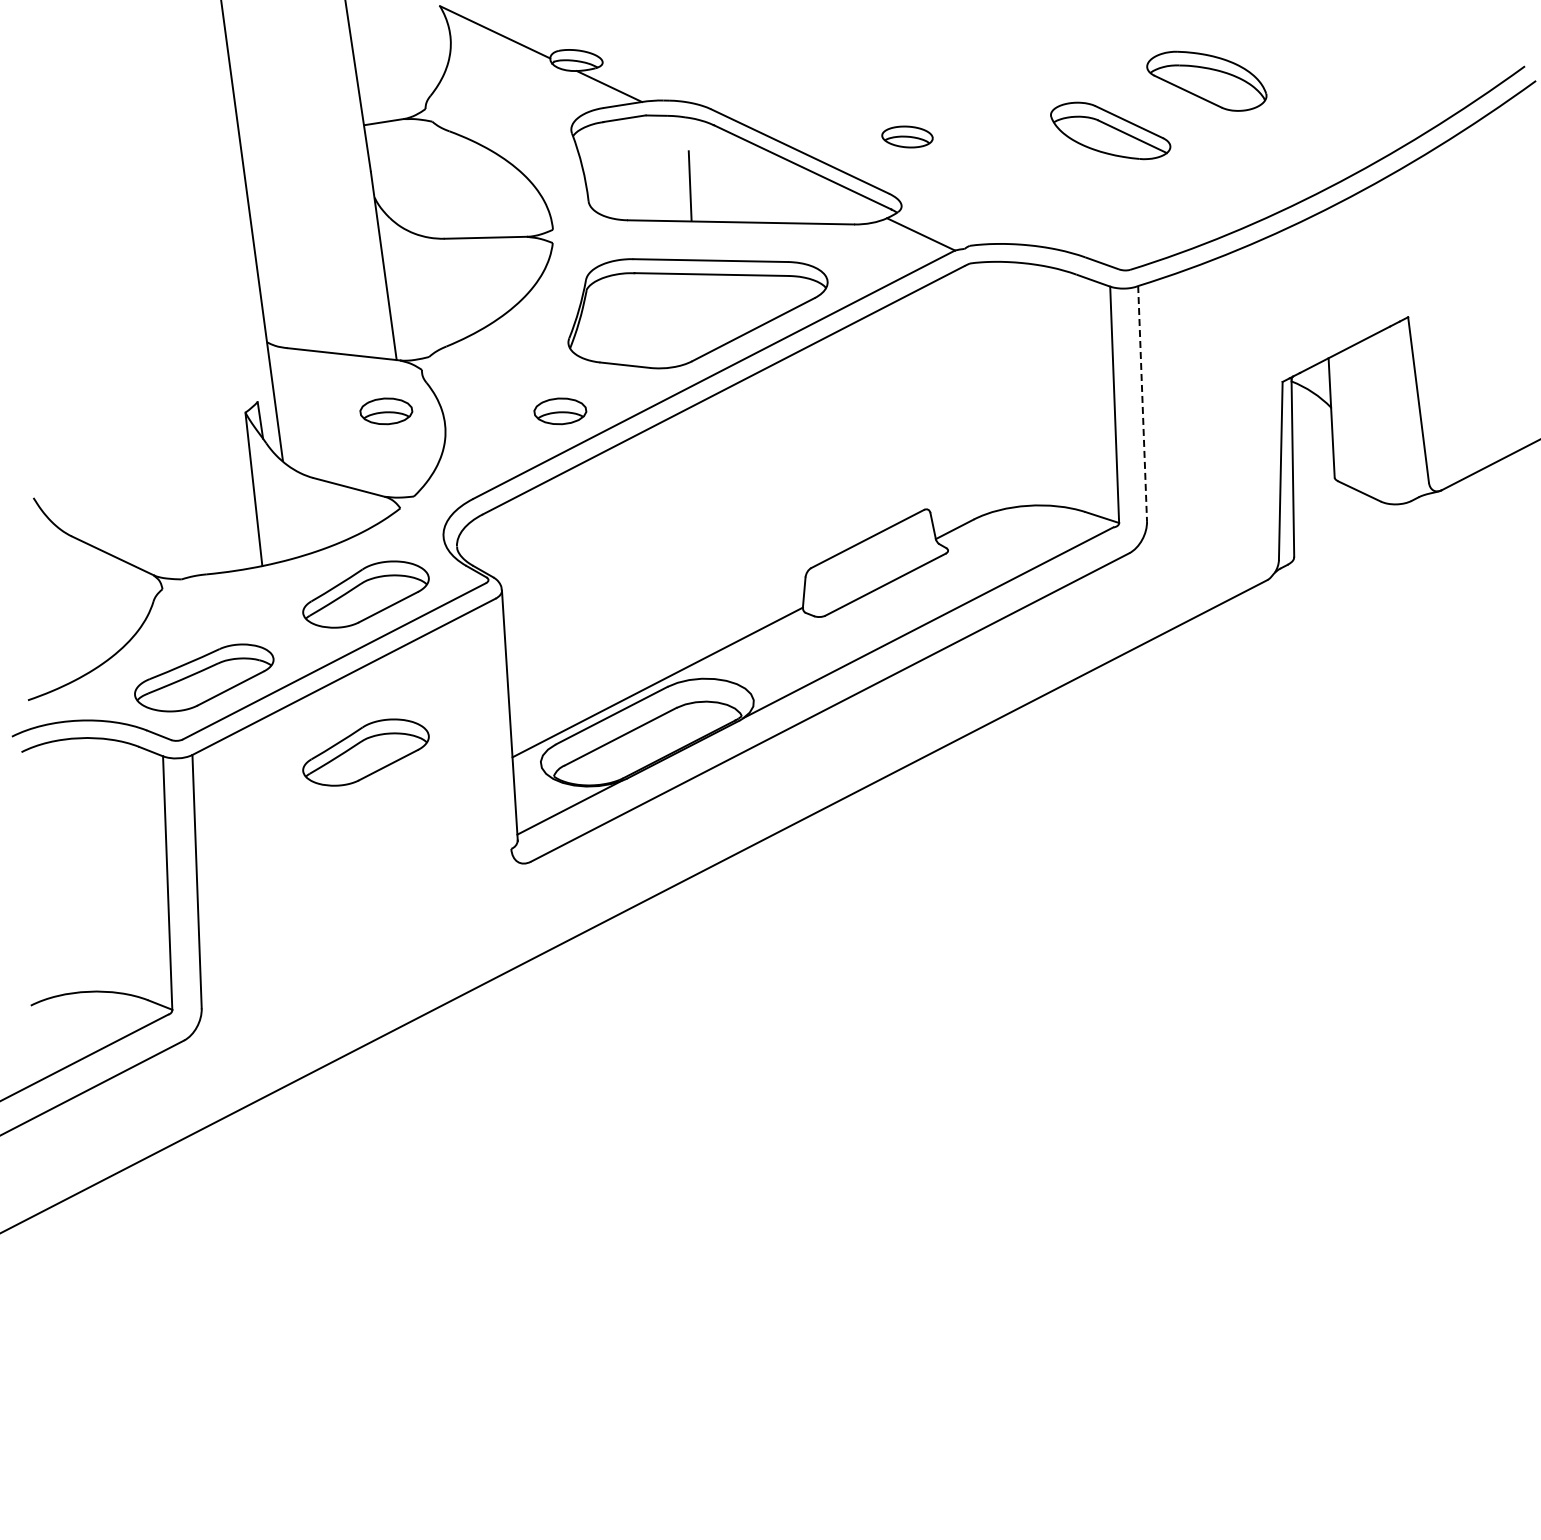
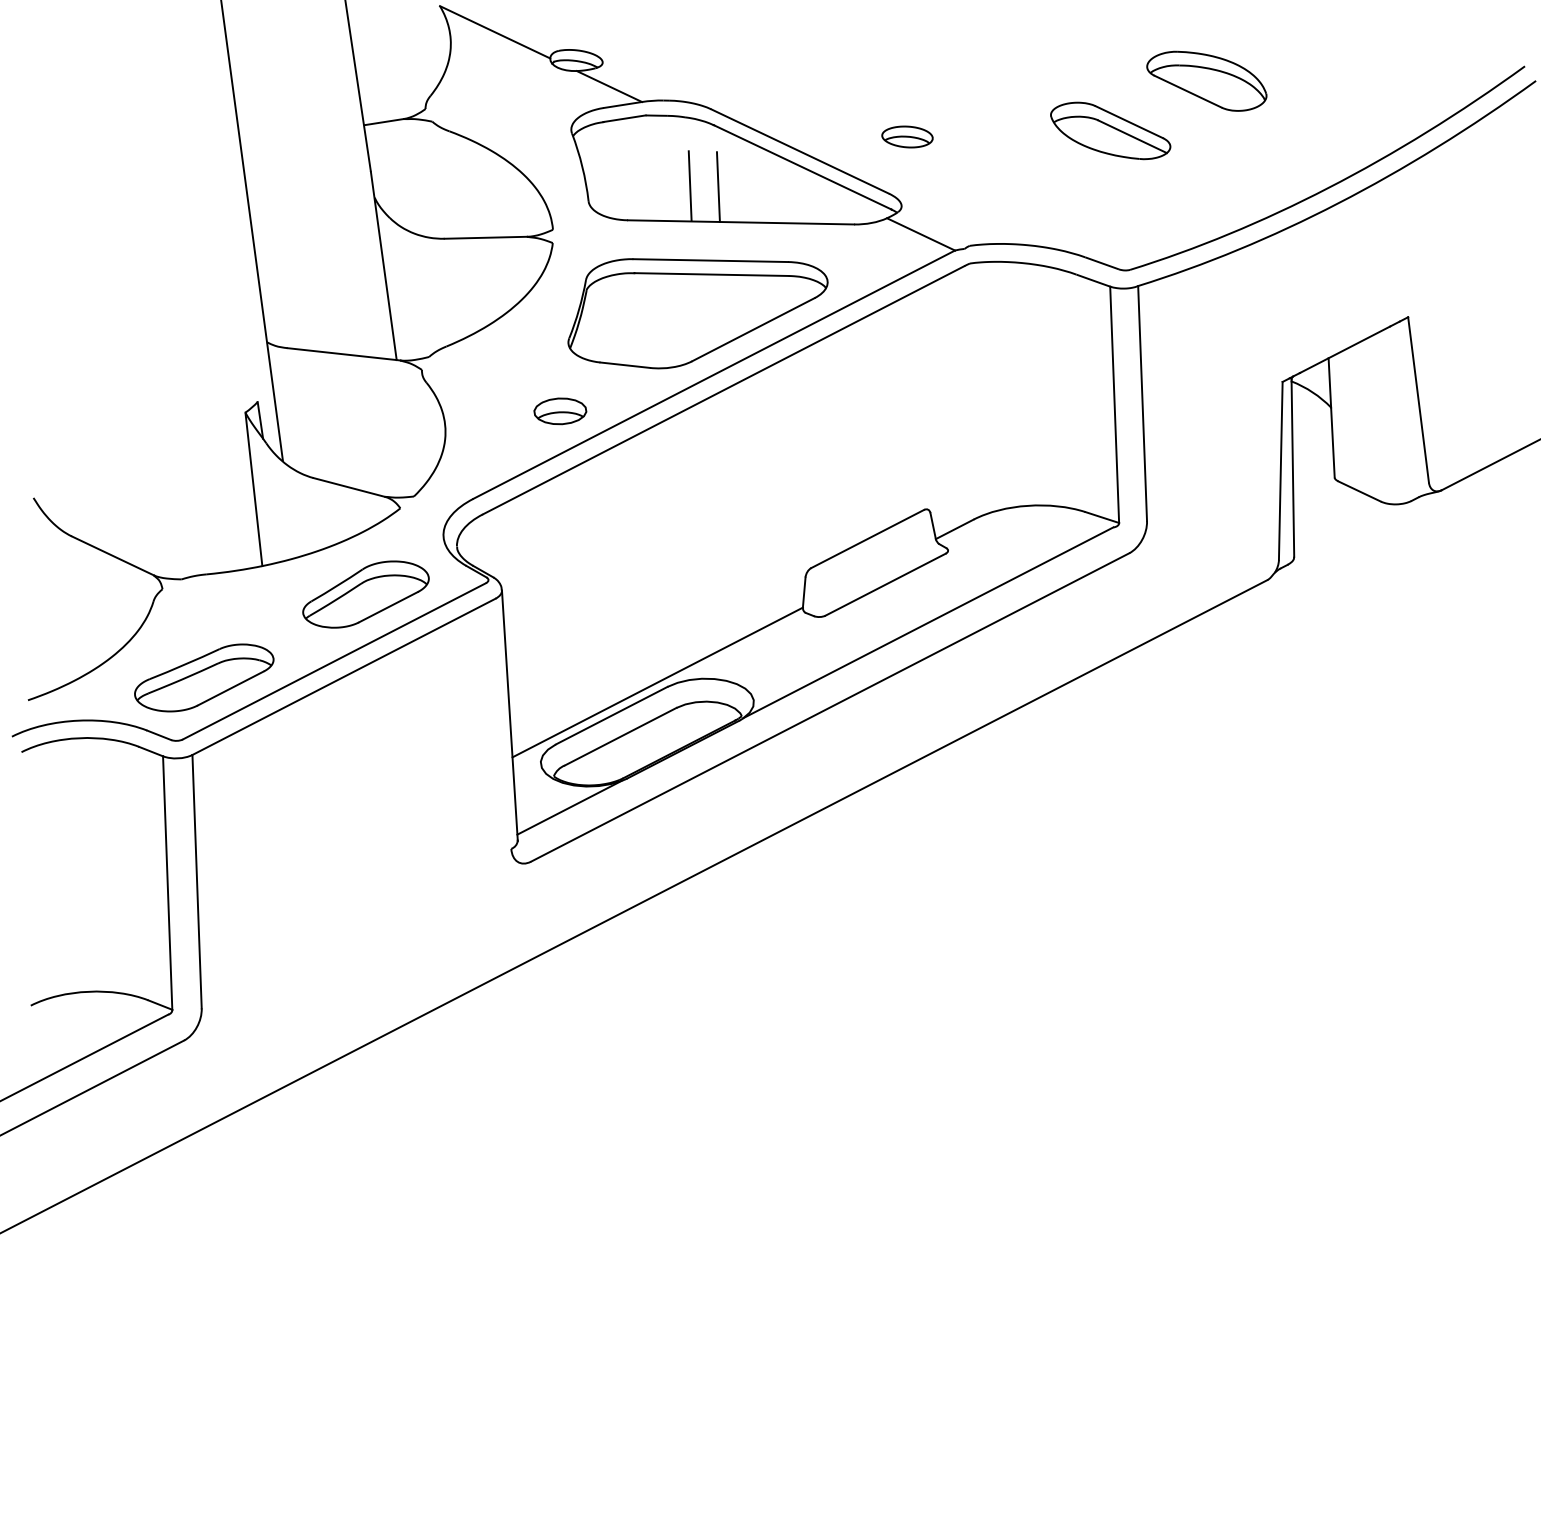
line at (717, 187): none -> present
line at (1142, 403): dashed -> solid
part at (386, 411): present -> none
part at (365, 752): present -> none
